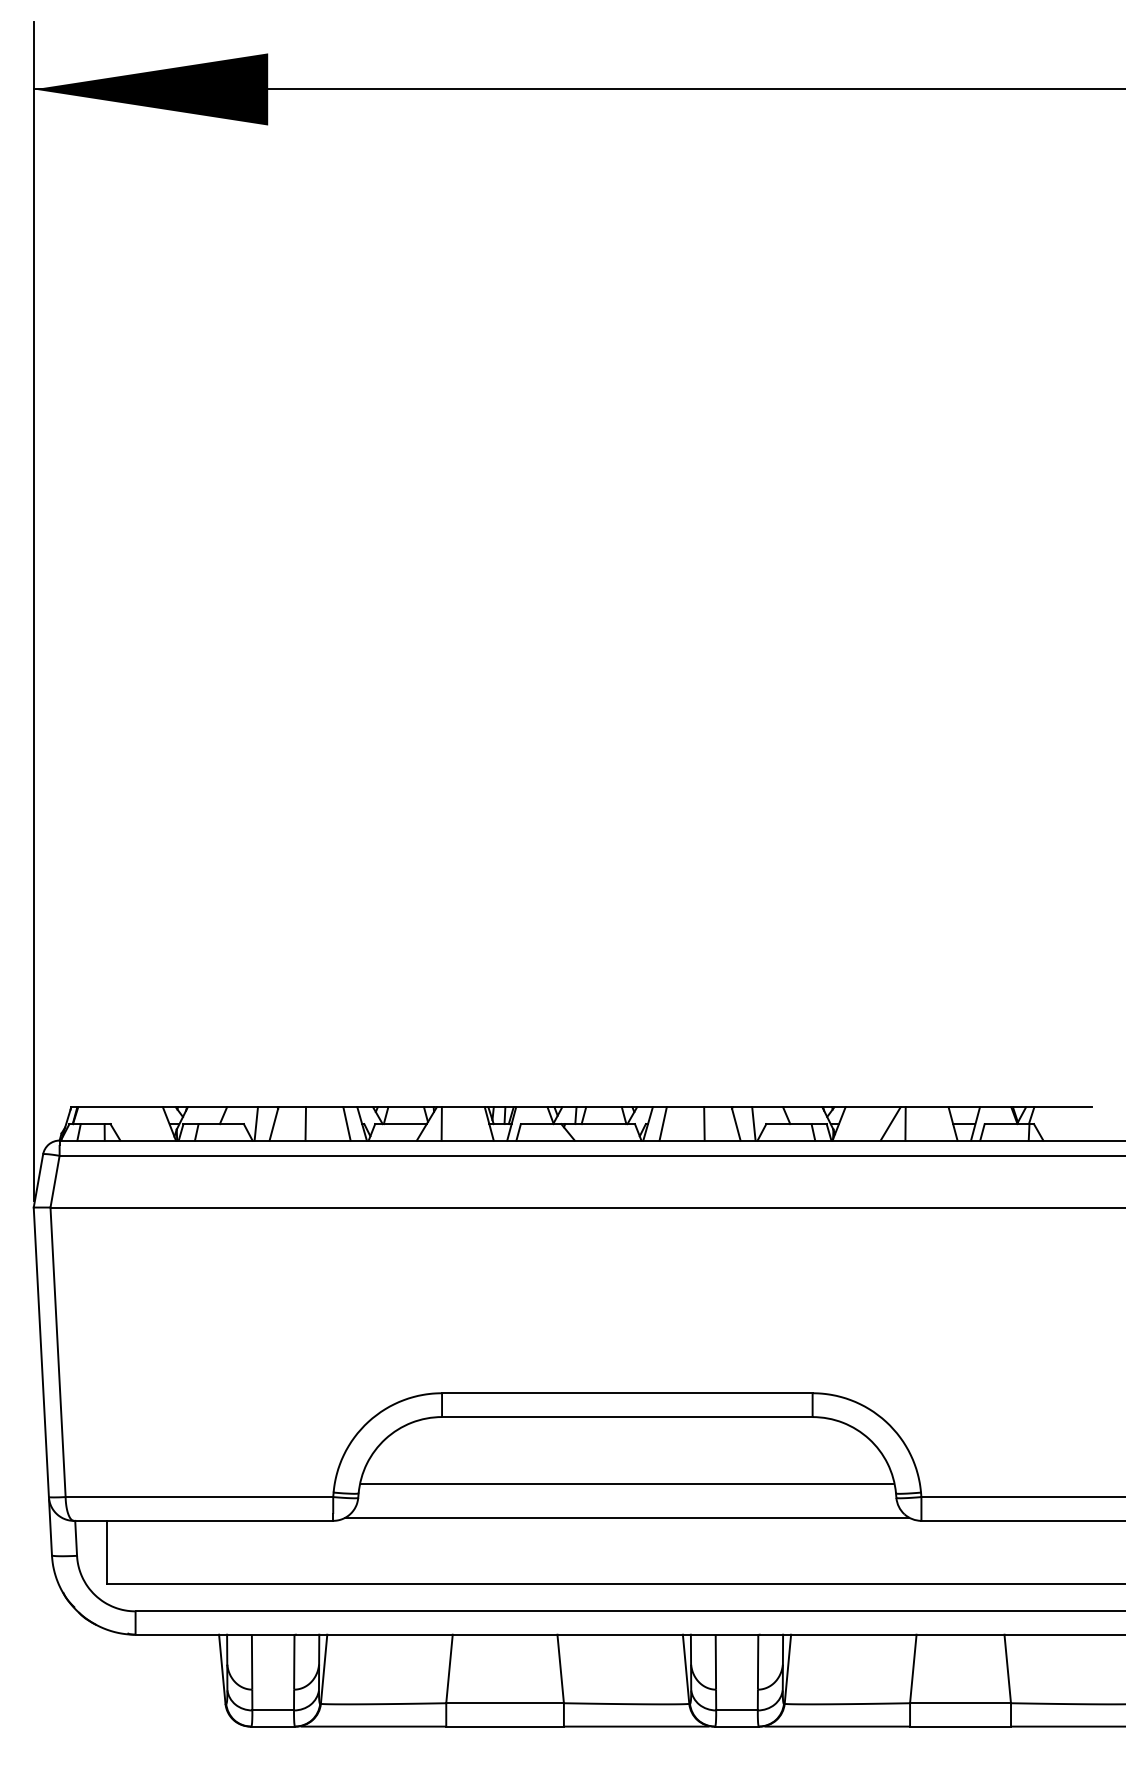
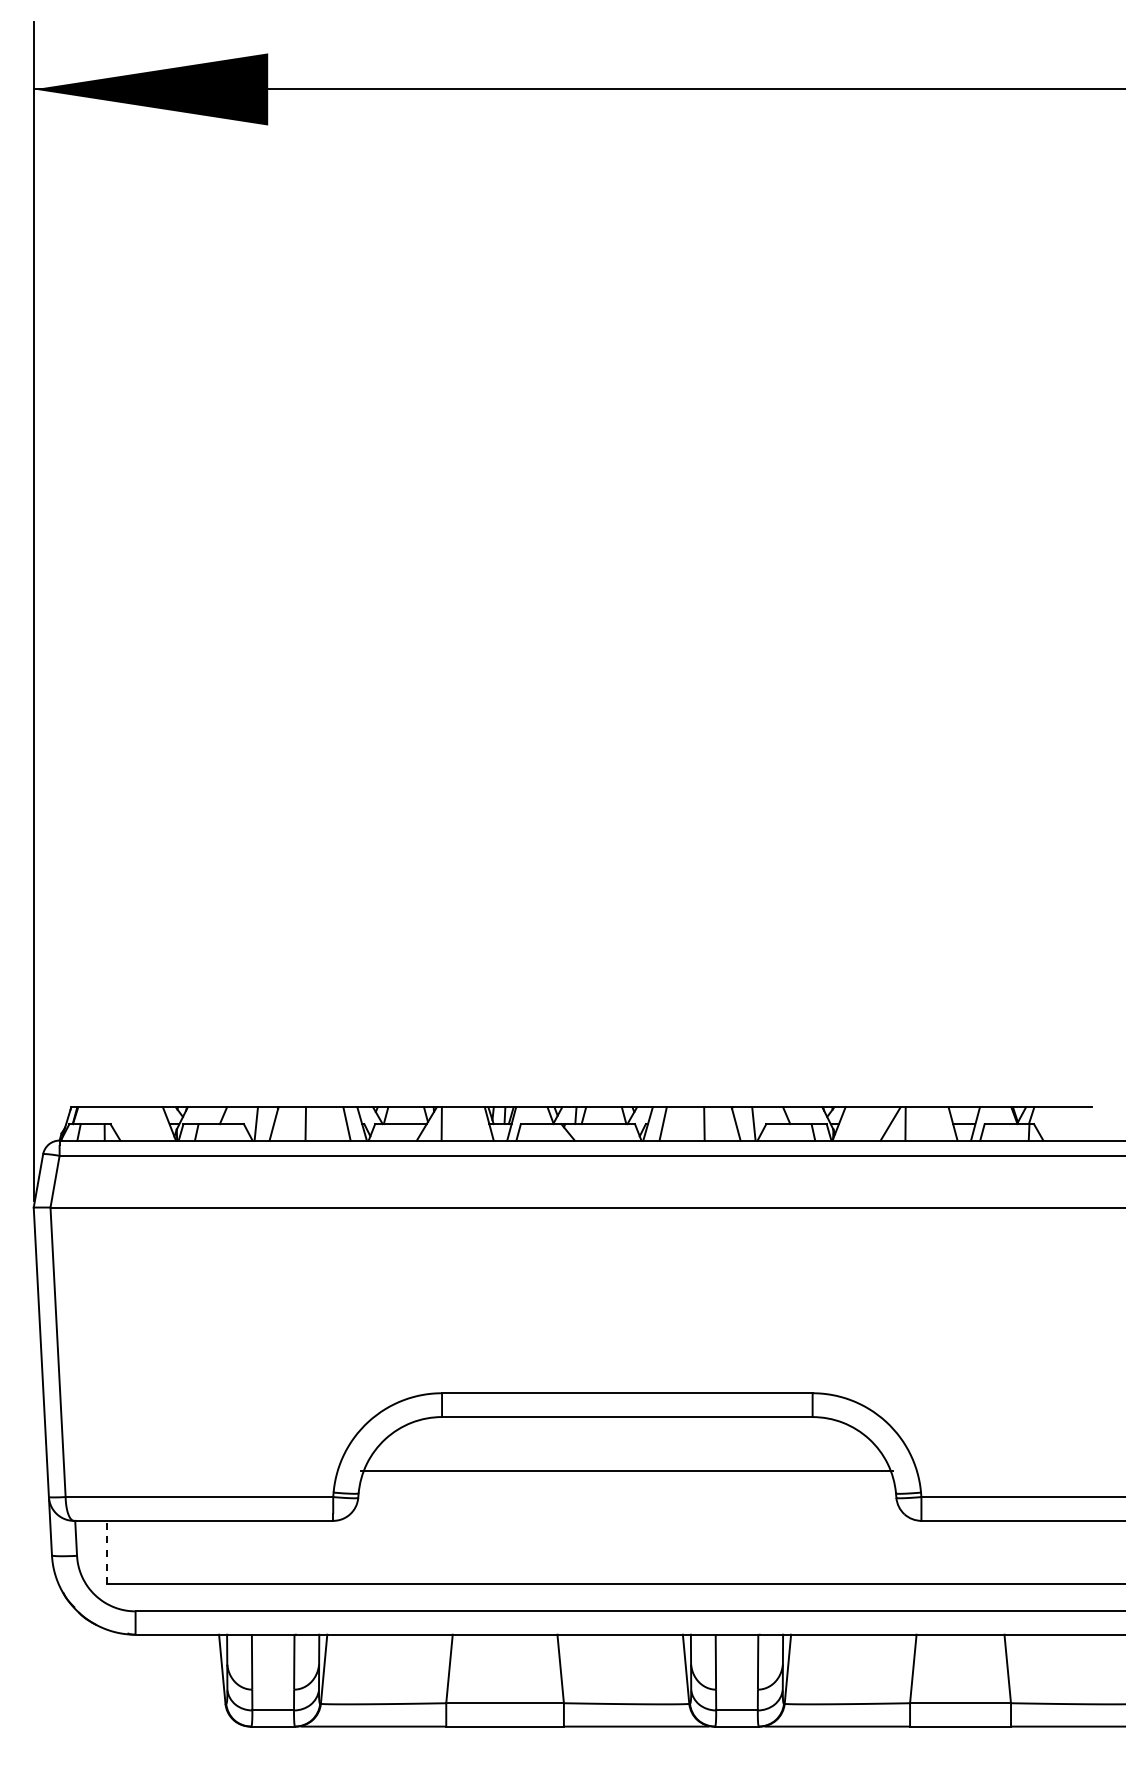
line at (627, 1484) position: (627, 1484) -> (627, 1471)
line at (626, 1517): present -> none
line at (107, 1552): solid -> dashed
